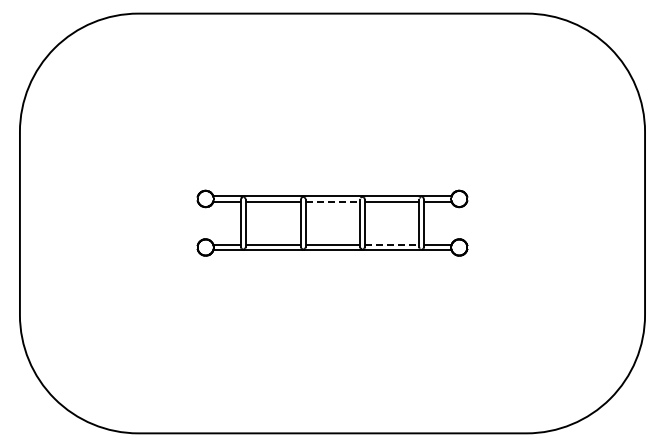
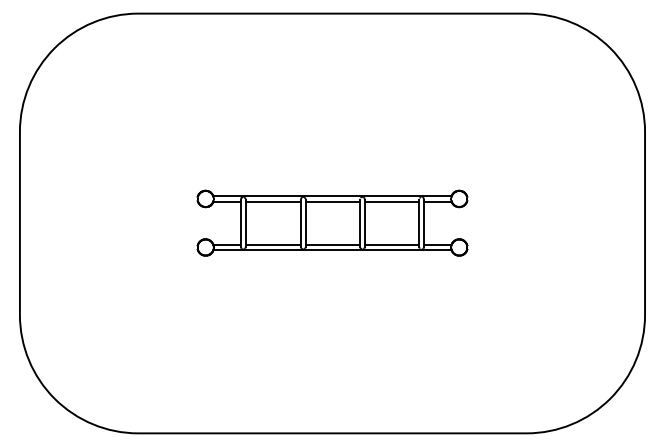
line at (333, 201): dashed -> solid
line at (392, 244): dashed -> solid
